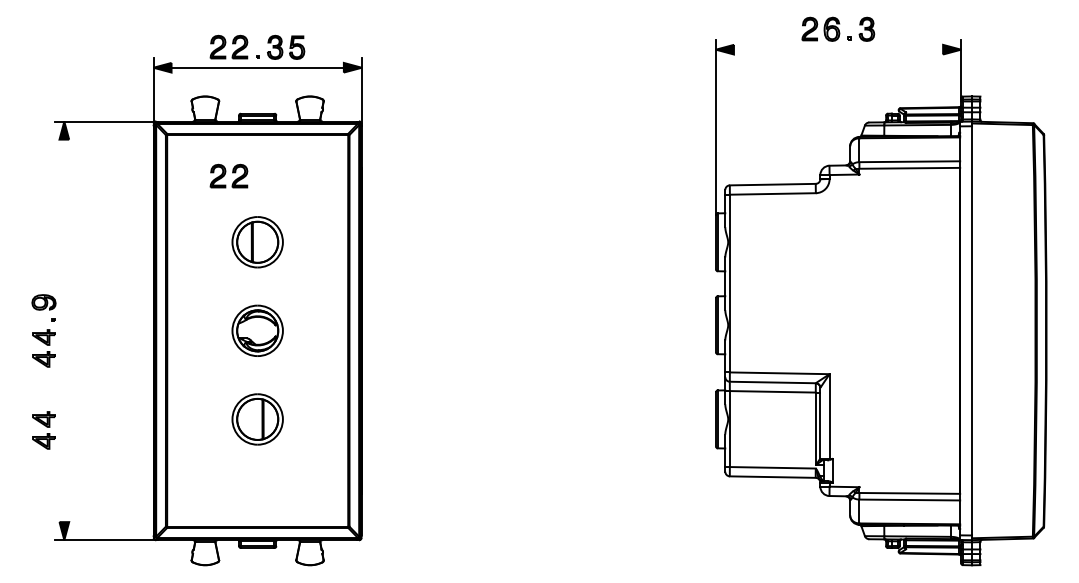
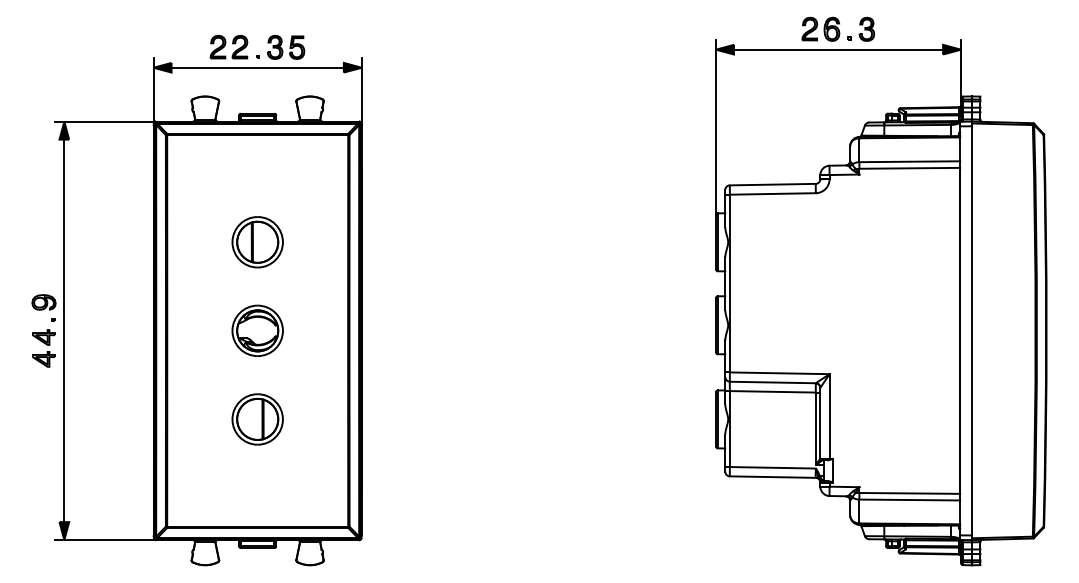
line at (838, 49): none -> present
part at (228, 175): present -> none
line at (64, 330): none -> present
part at (43, 430): present -> none
